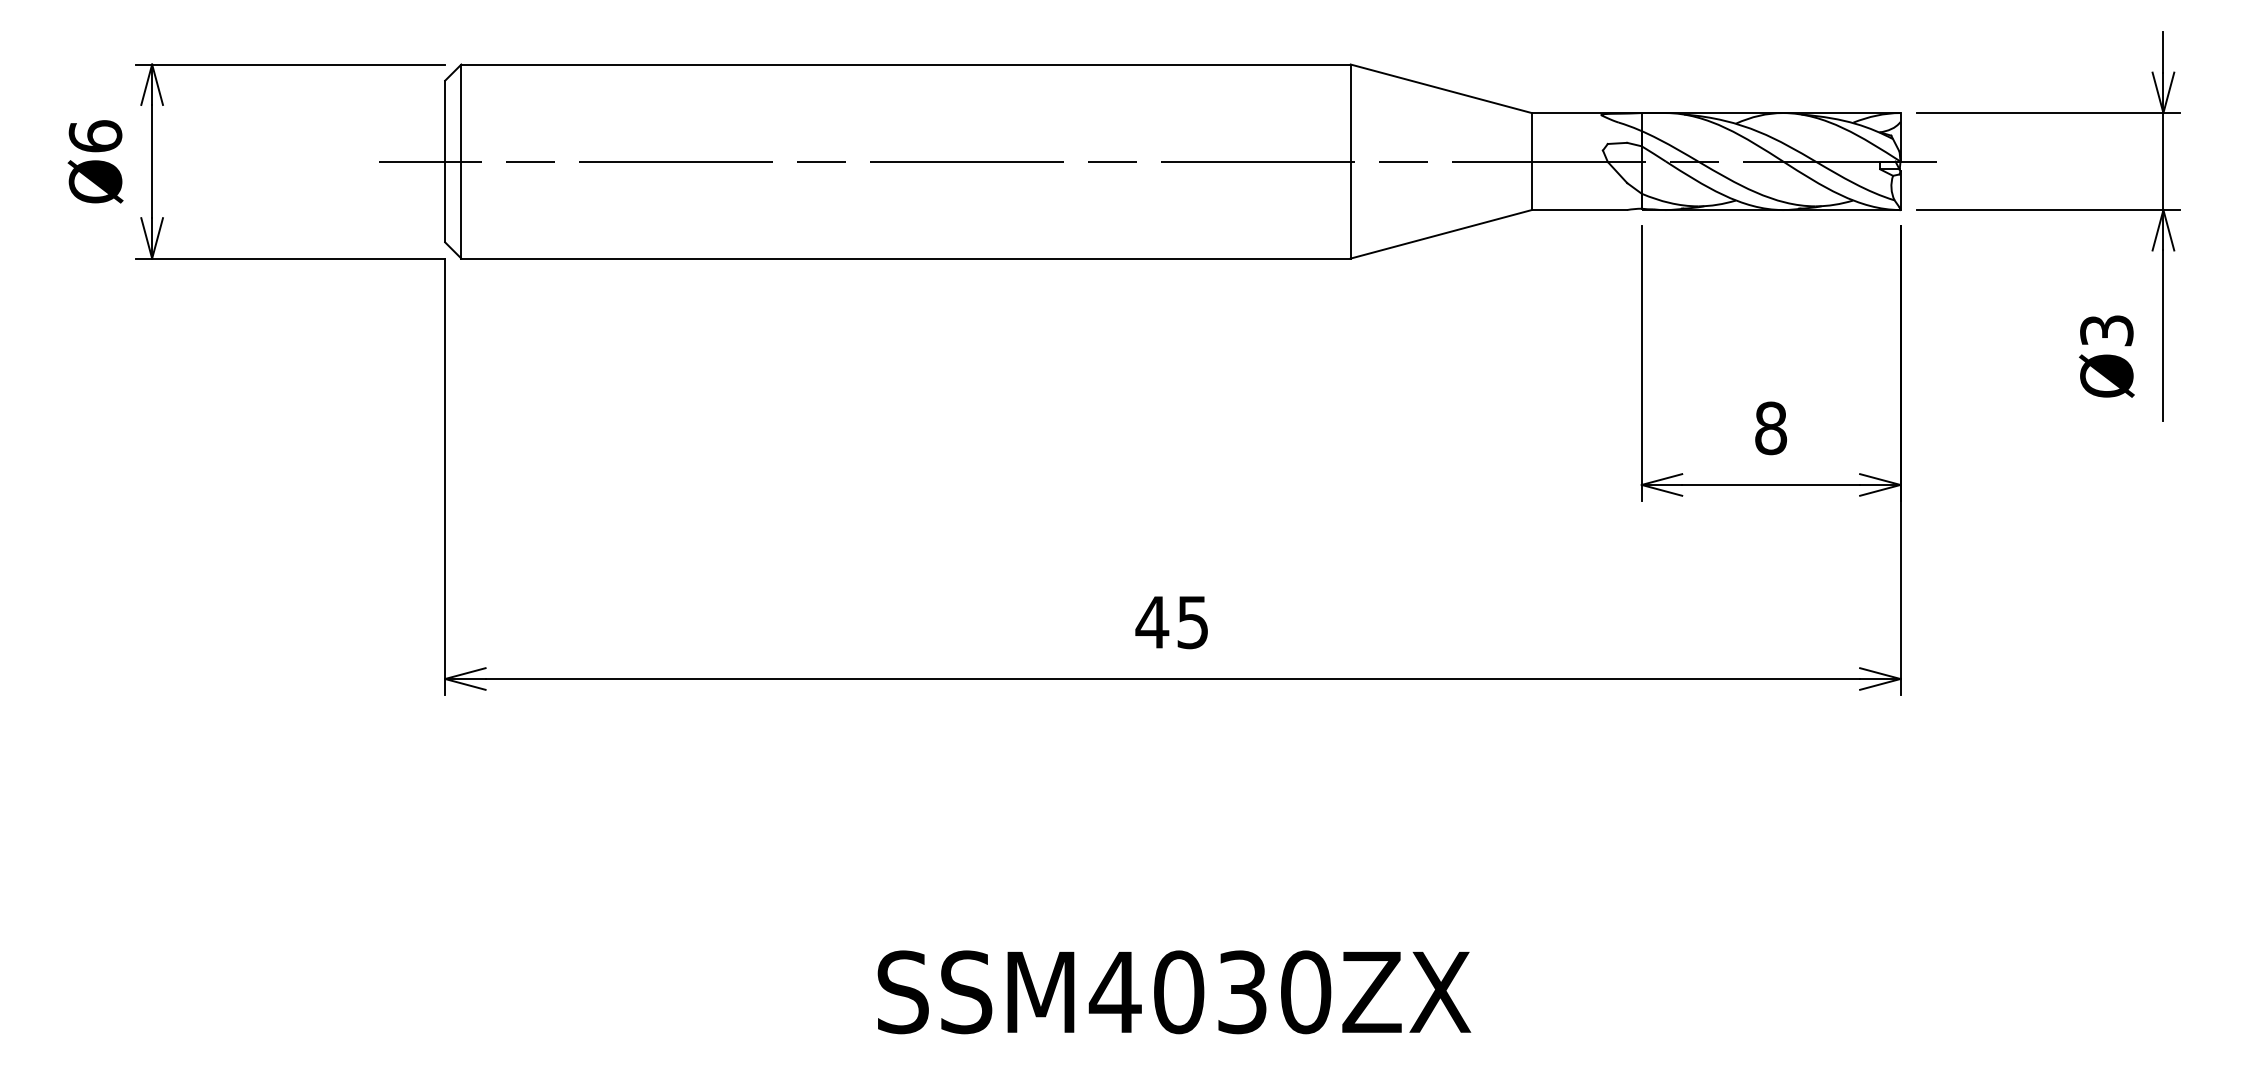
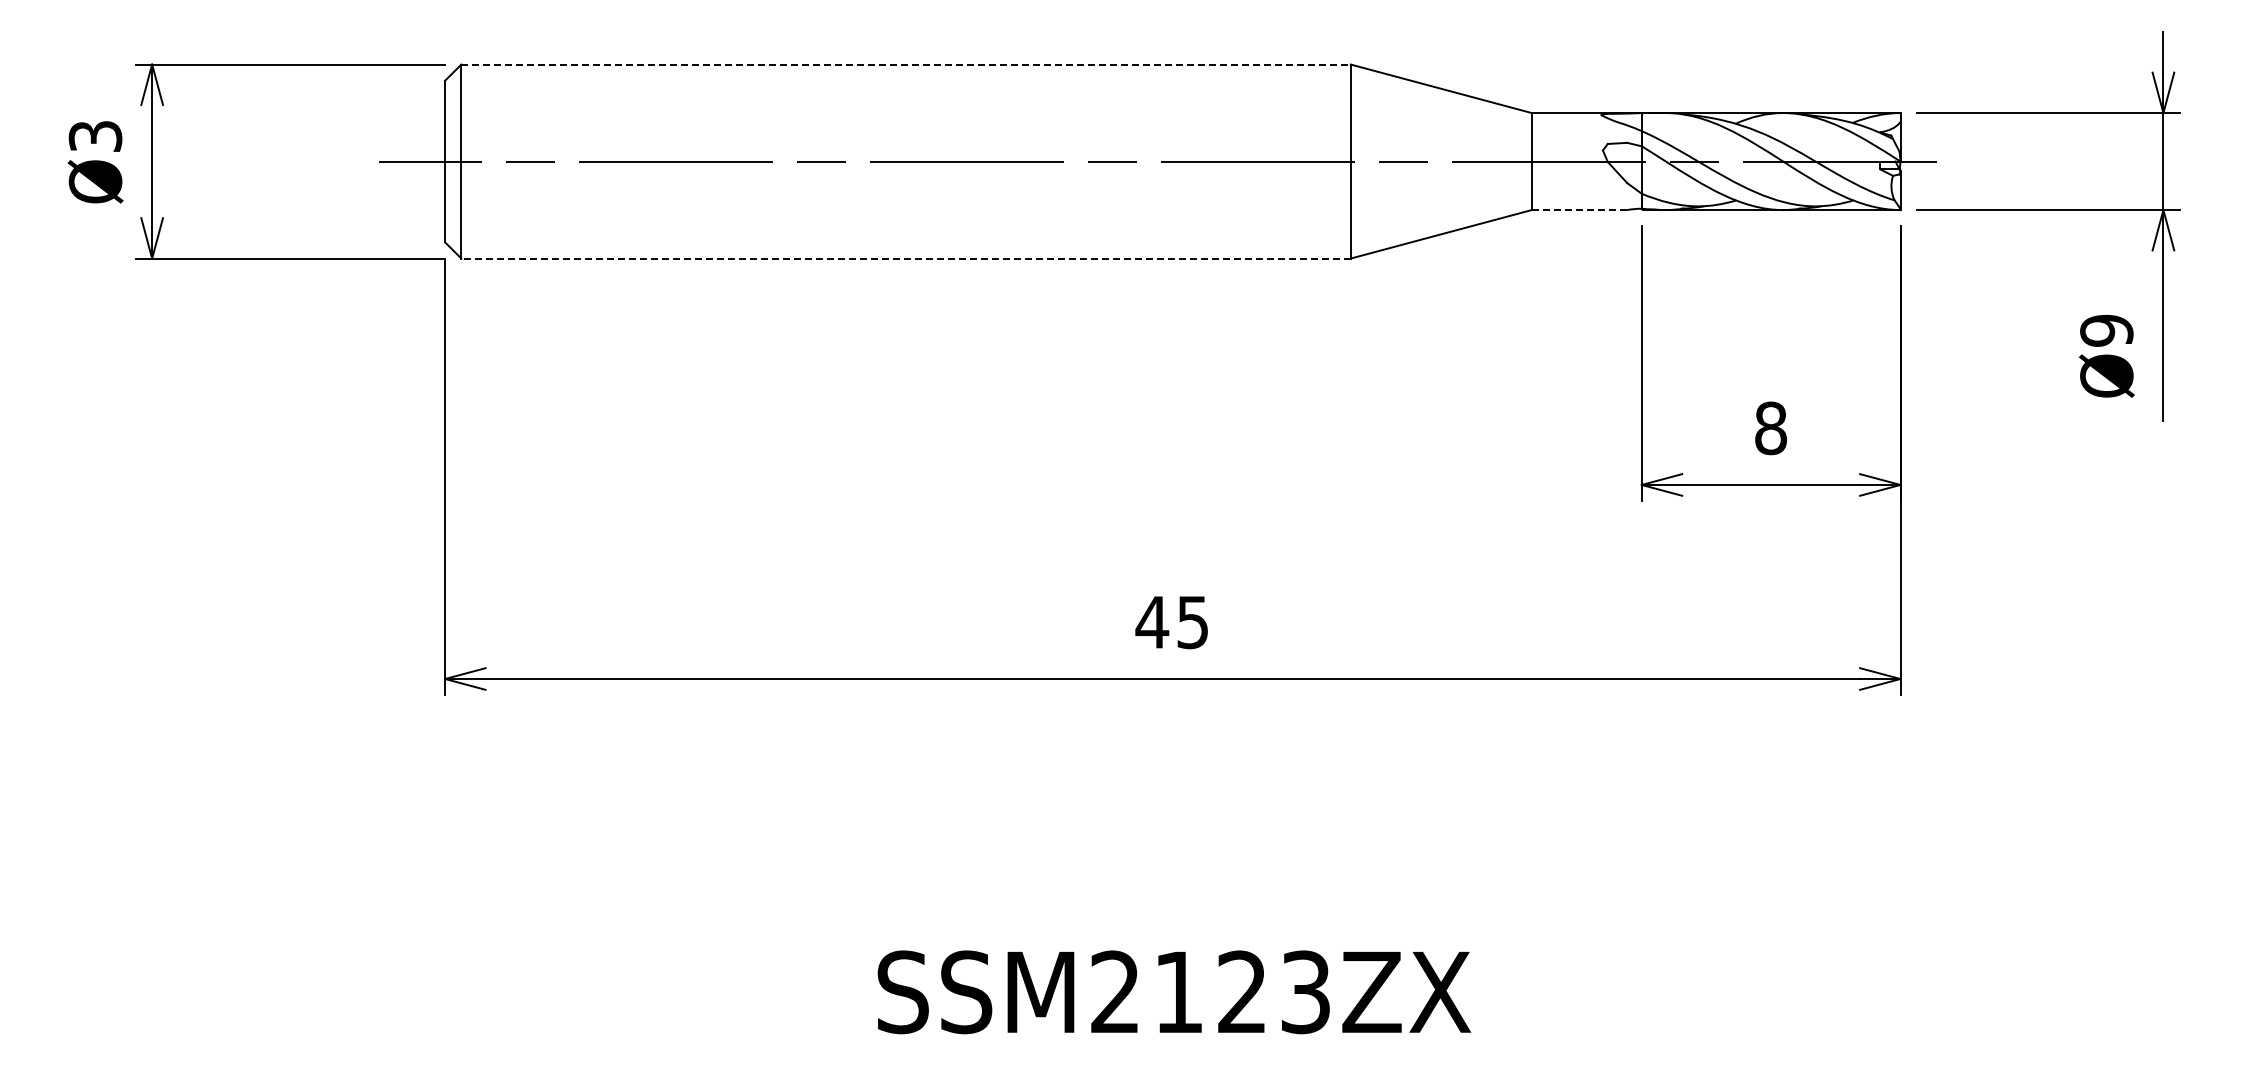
line at (906, 64): solid -> dashed
text at (95, 136): Ø6 -> Ø3
line at (1579, 210): solid -> dashed
line at (906, 258): solid -> dashed
text at (2106, 330): Ø3 -> Ø9
text at (1209, 992): SSM4030ZX -> SSM2123ZX
